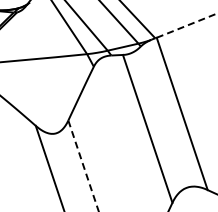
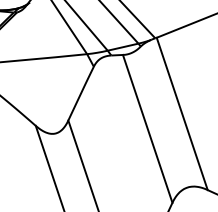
line at (187, 25): dashed -> solid
line at (83, 166): dashed -> solid
